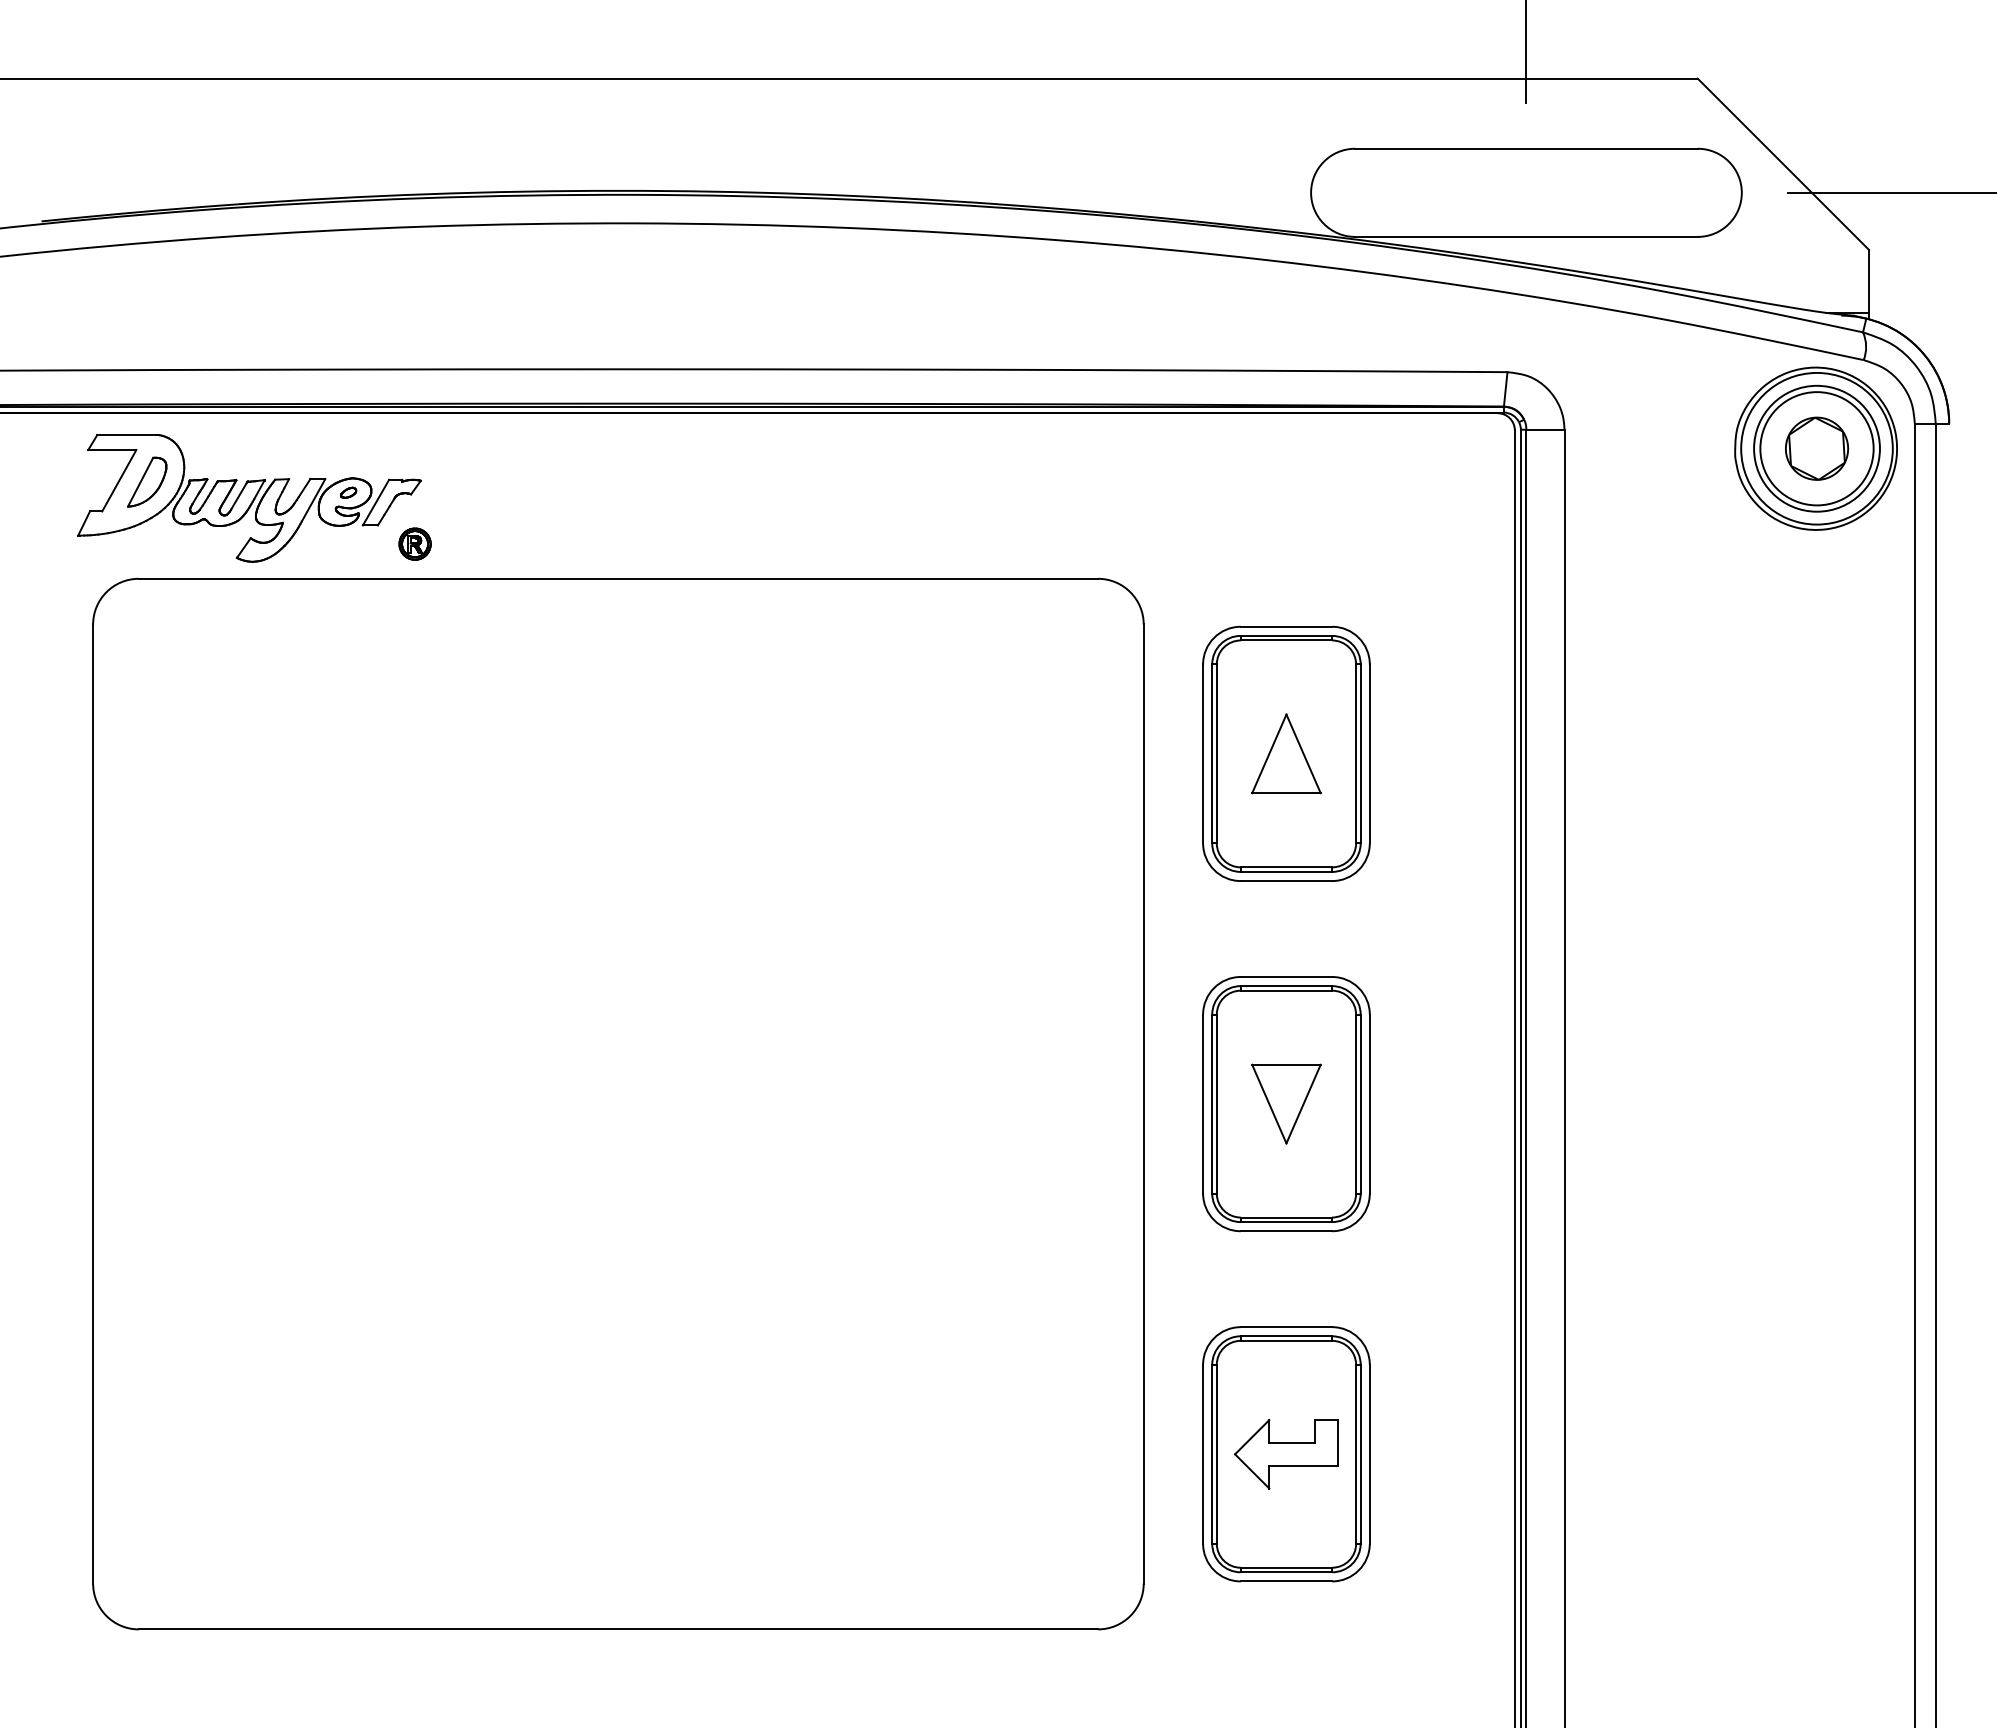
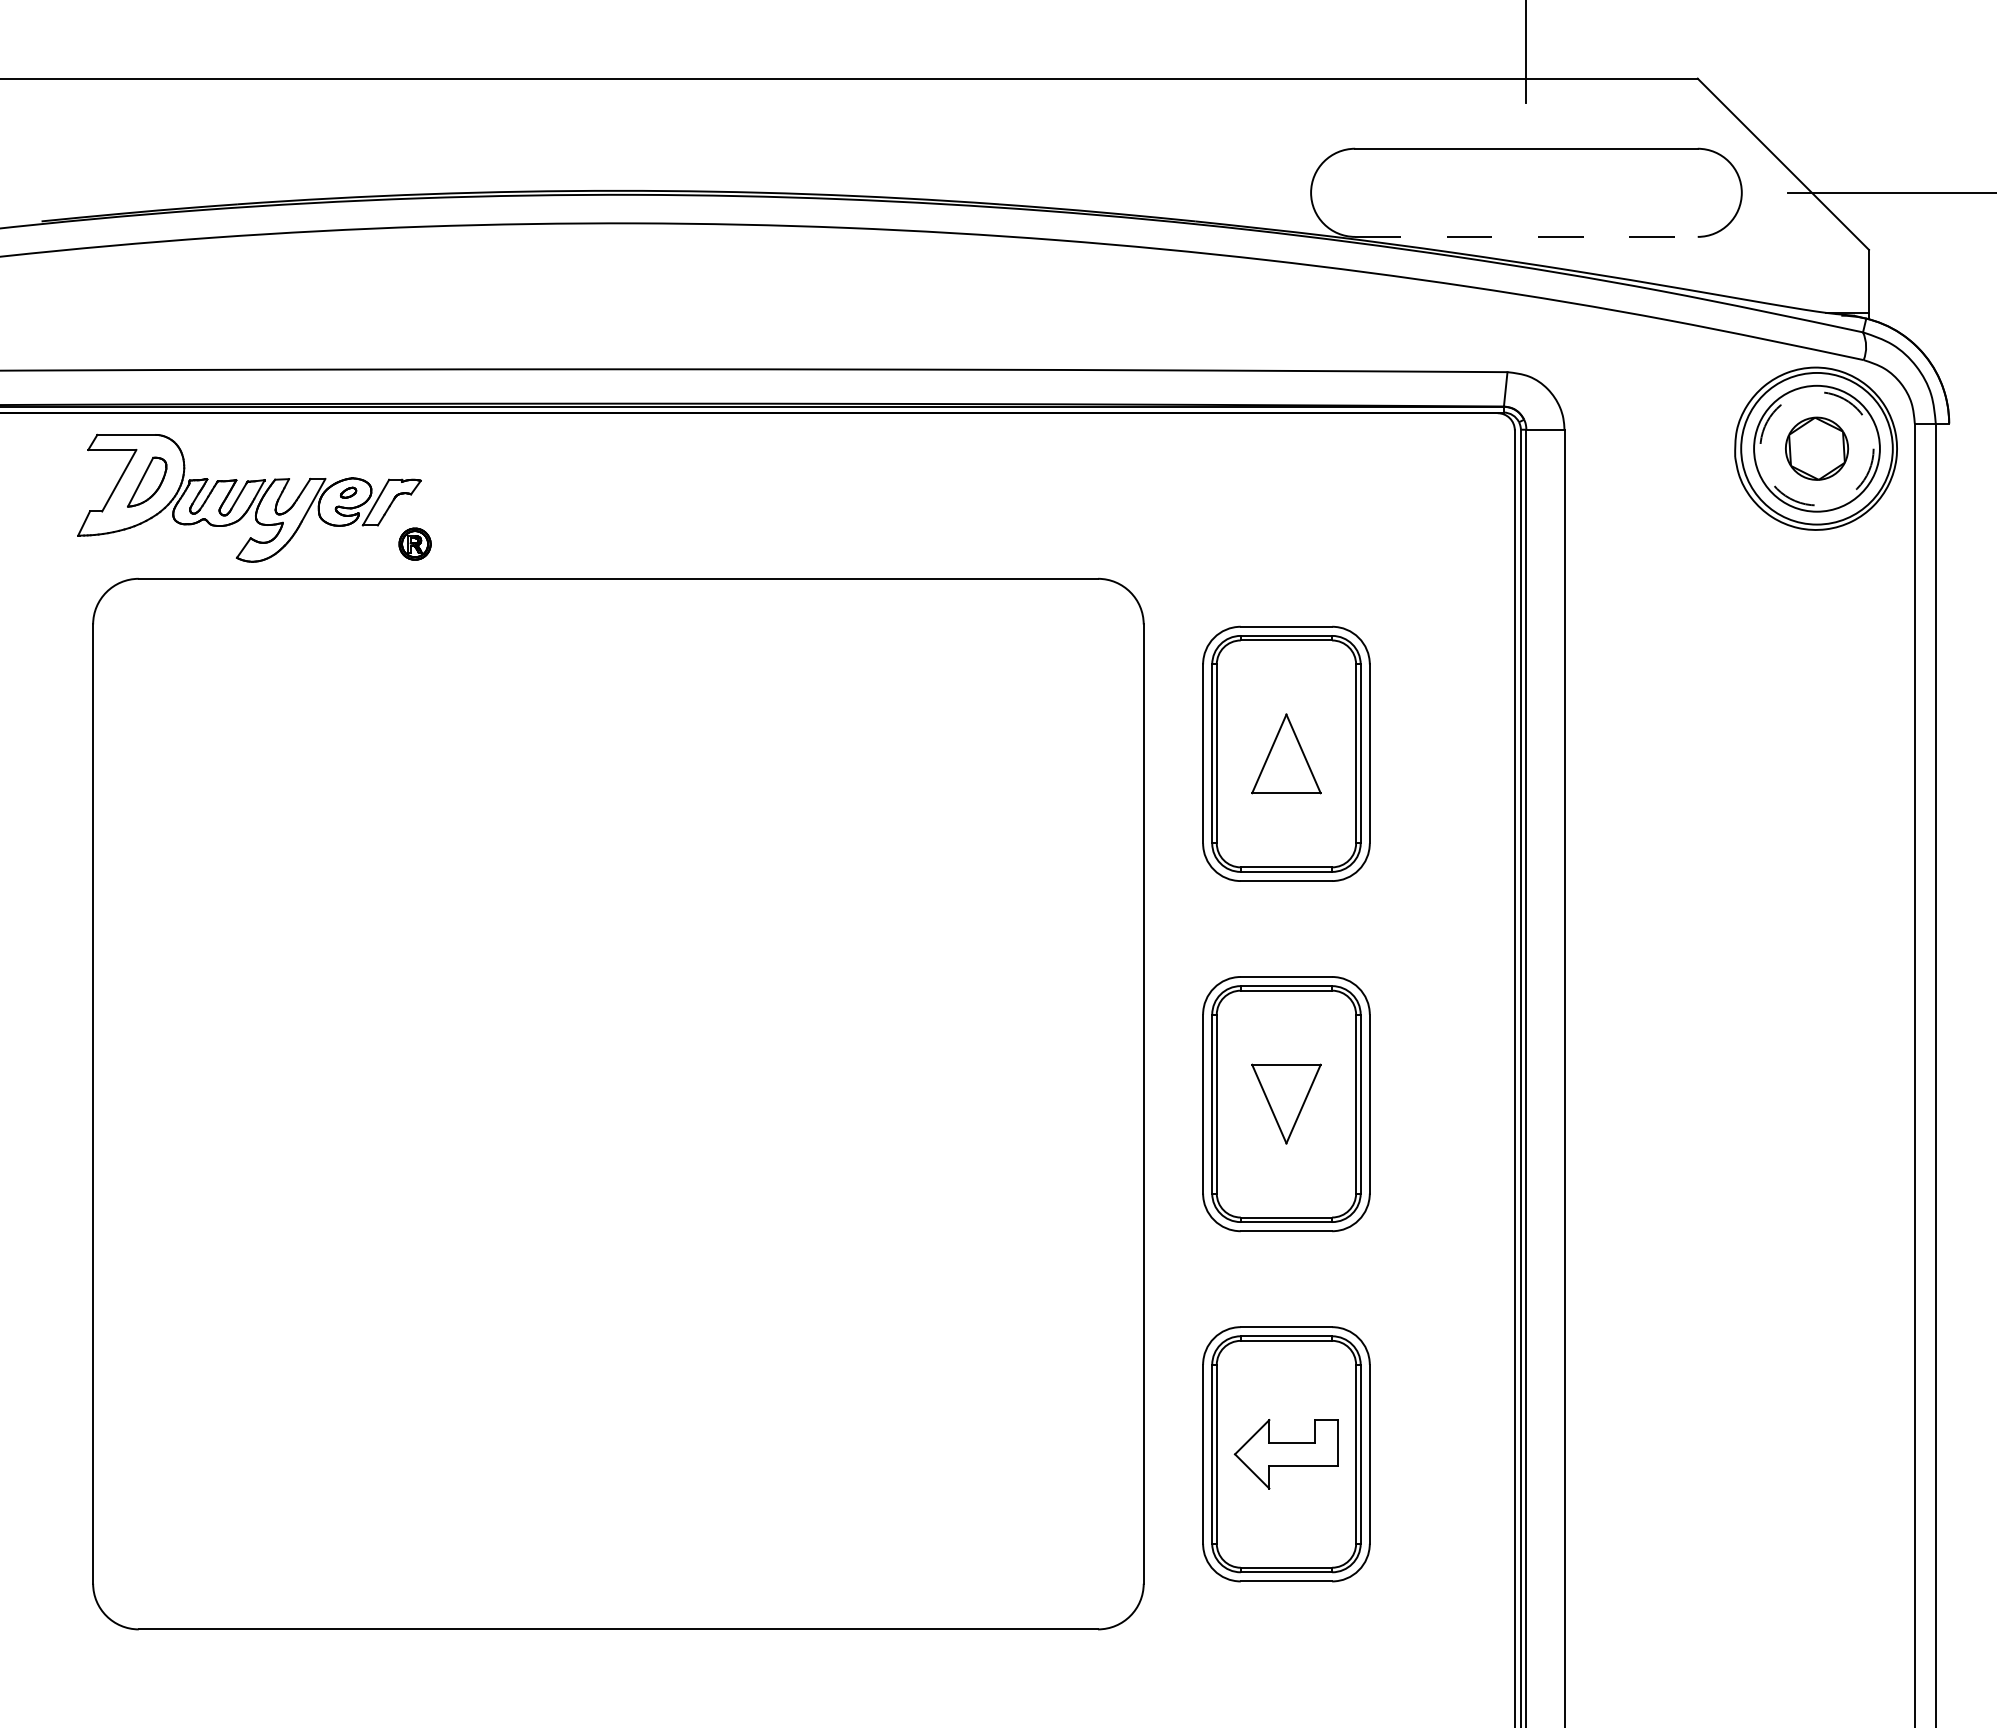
line at (1526, 236): solid -> dashed
circle at (1816, 448): solid -> dashed
